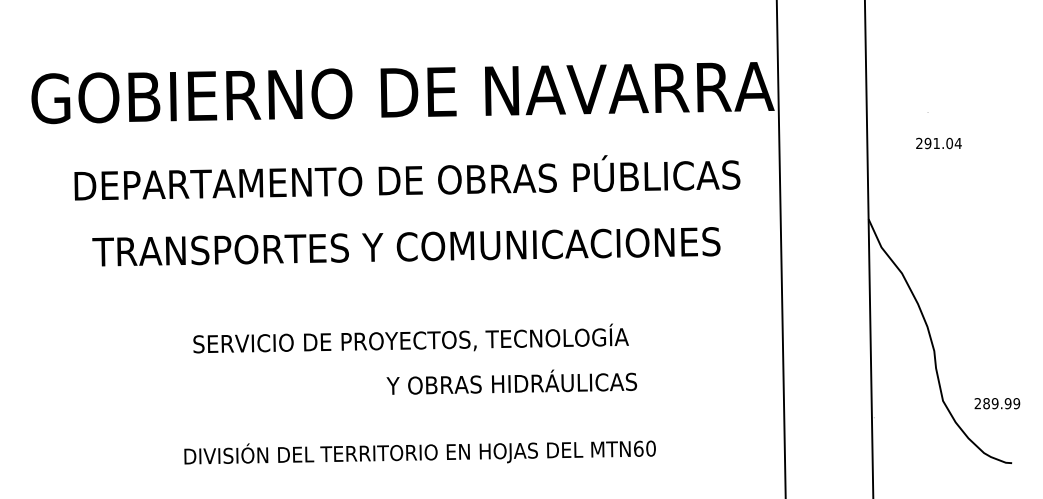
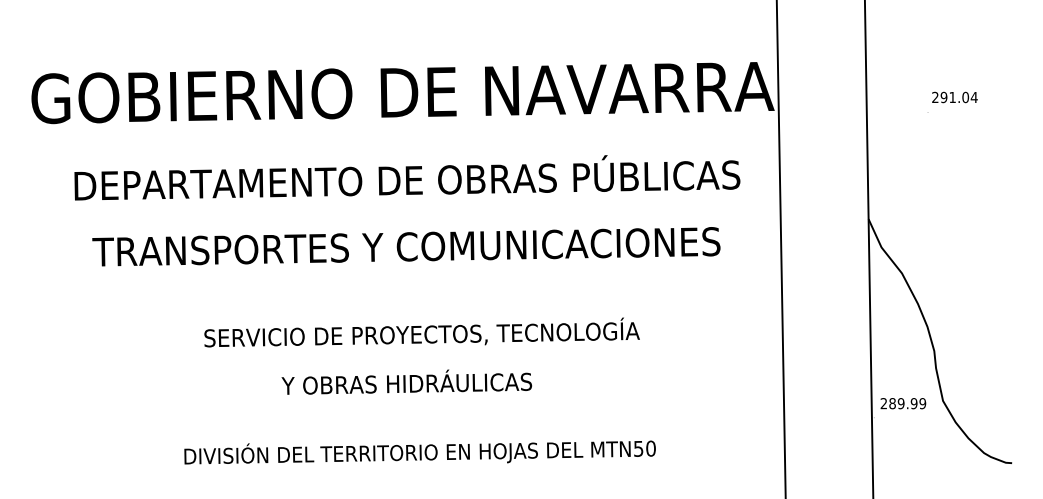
text at (938, 143) position: (938, 143) -> (954, 97)
text at (410, 338) position: (410, 338) -> (421, 332)
text at (511, 381) position: (511, 381) -> (406, 381)
text at (997, 403) position: (997, 403) -> (903, 403)
text at (638, 448): MTN60 -> MTN50
